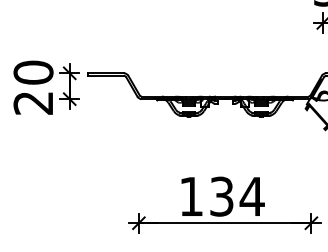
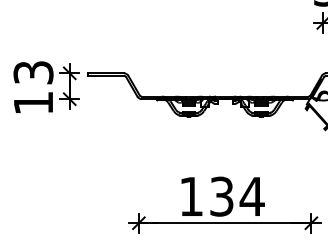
text at (33, 87): 20 -> 13
